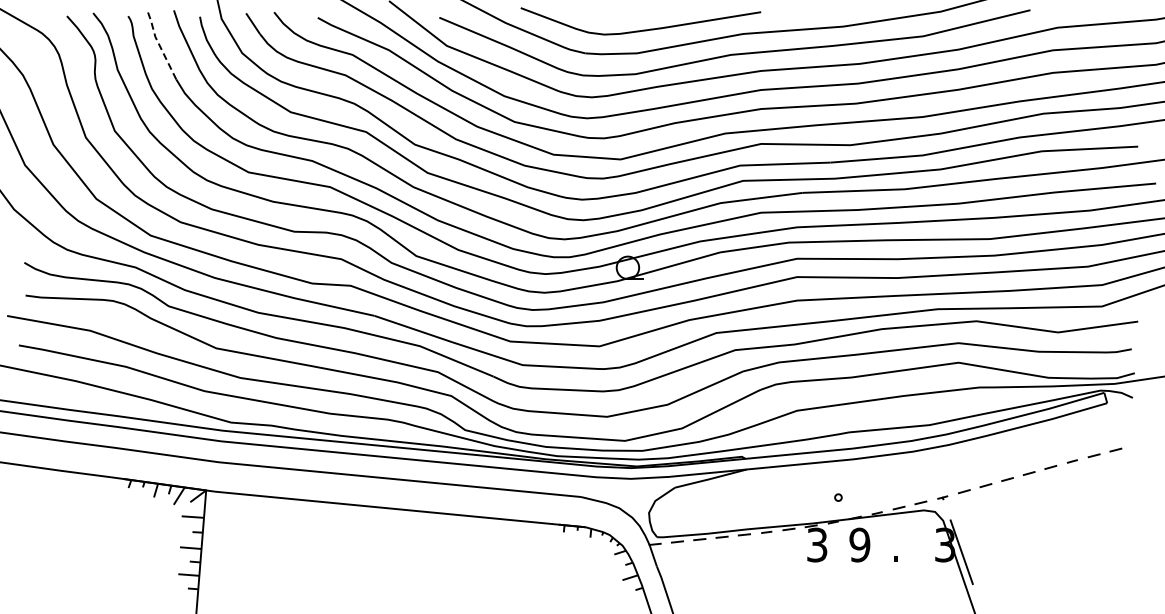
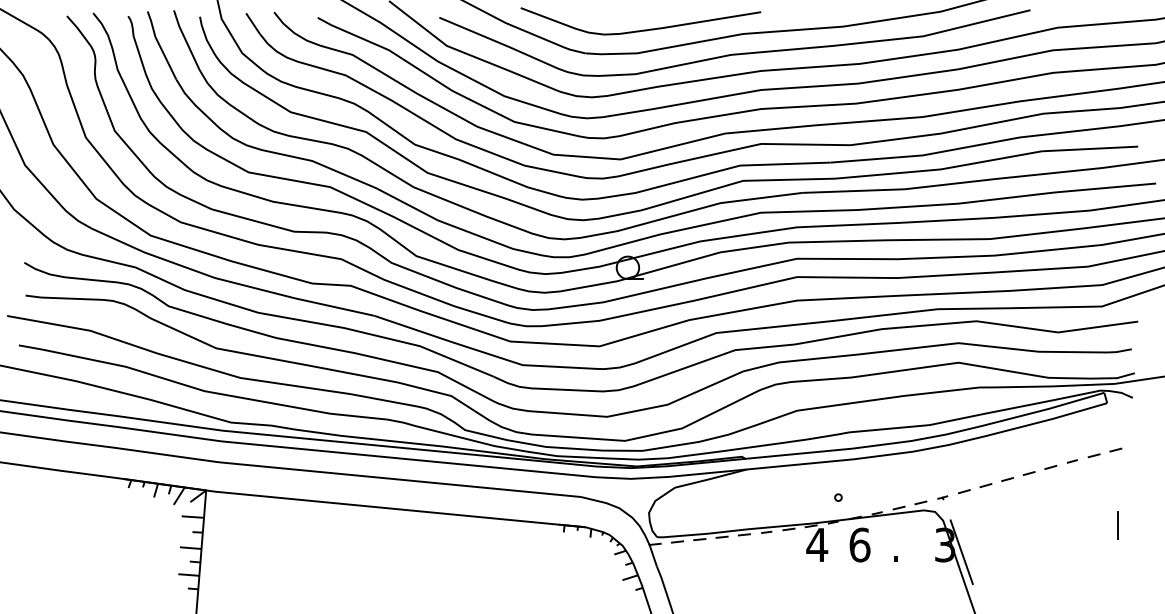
line at (159, 44): dashed -> solid
line at (1118, 525): none -> present
text at (817, 544): 3 -> 4
text at (859, 544): 9 -> 6
